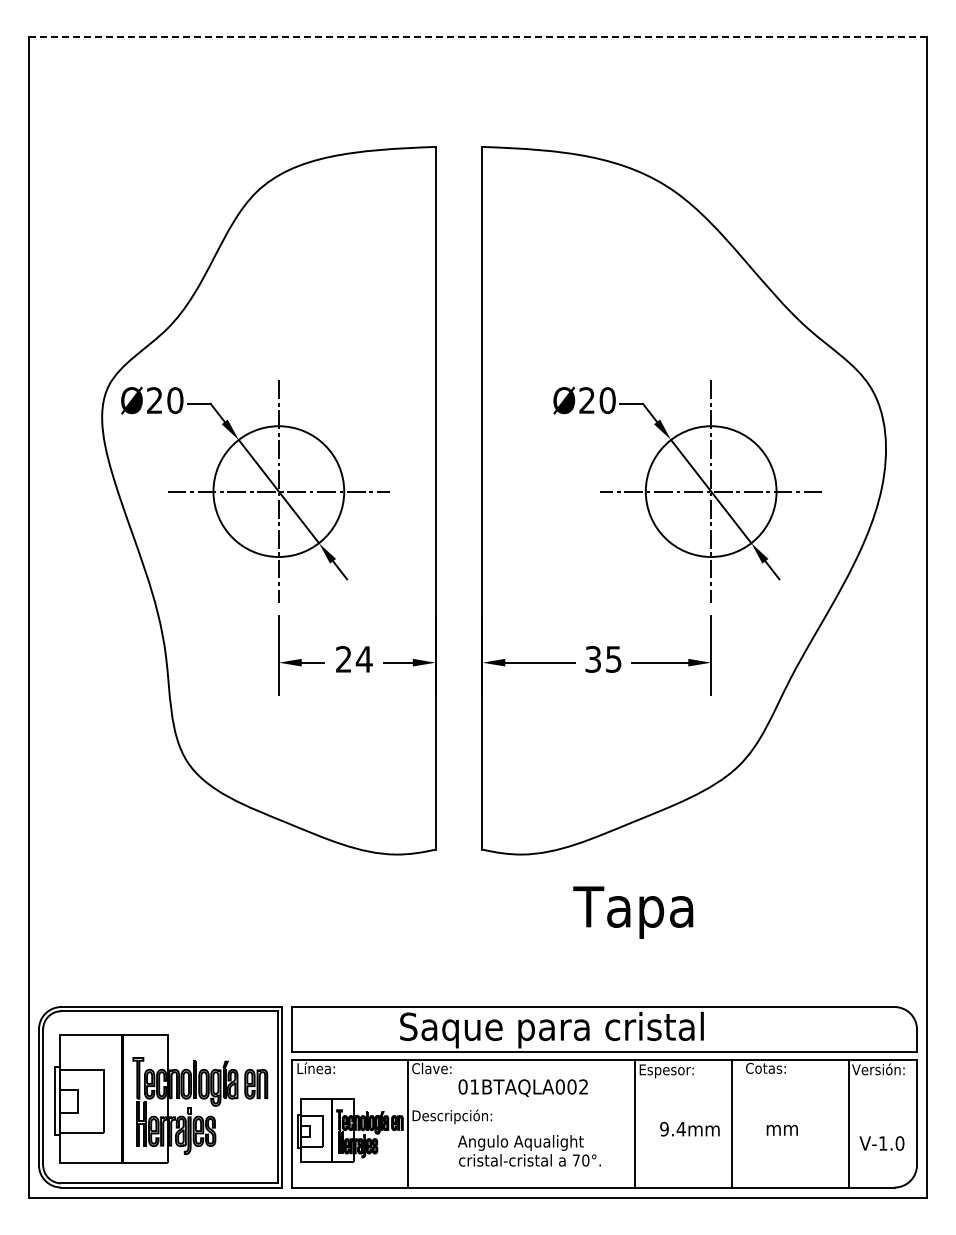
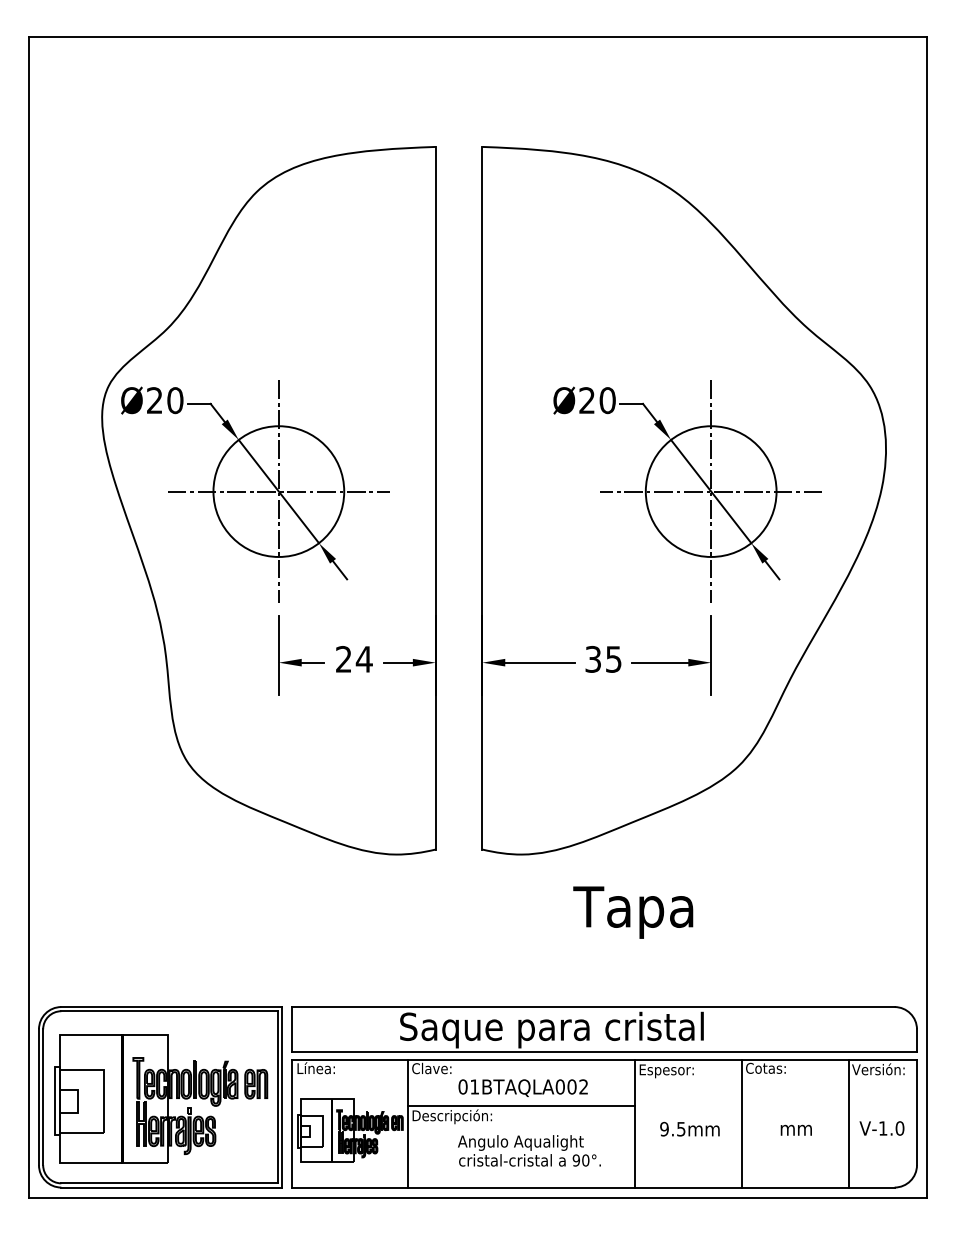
line at (477, 37): dashed -> solid
line at (521, 1105): none -> present
line at (731, 1123) position: (731, 1123) -> (741, 1123)
text at (680, 1129): 9.4mm -> 9.5mm
text at (781, 1129) position: (781, 1129) -> (795, 1129)
text at (881, 1143) position: (881, 1143) -> (881, 1128)
text at (575, 1160): 70°. -> 90°.
